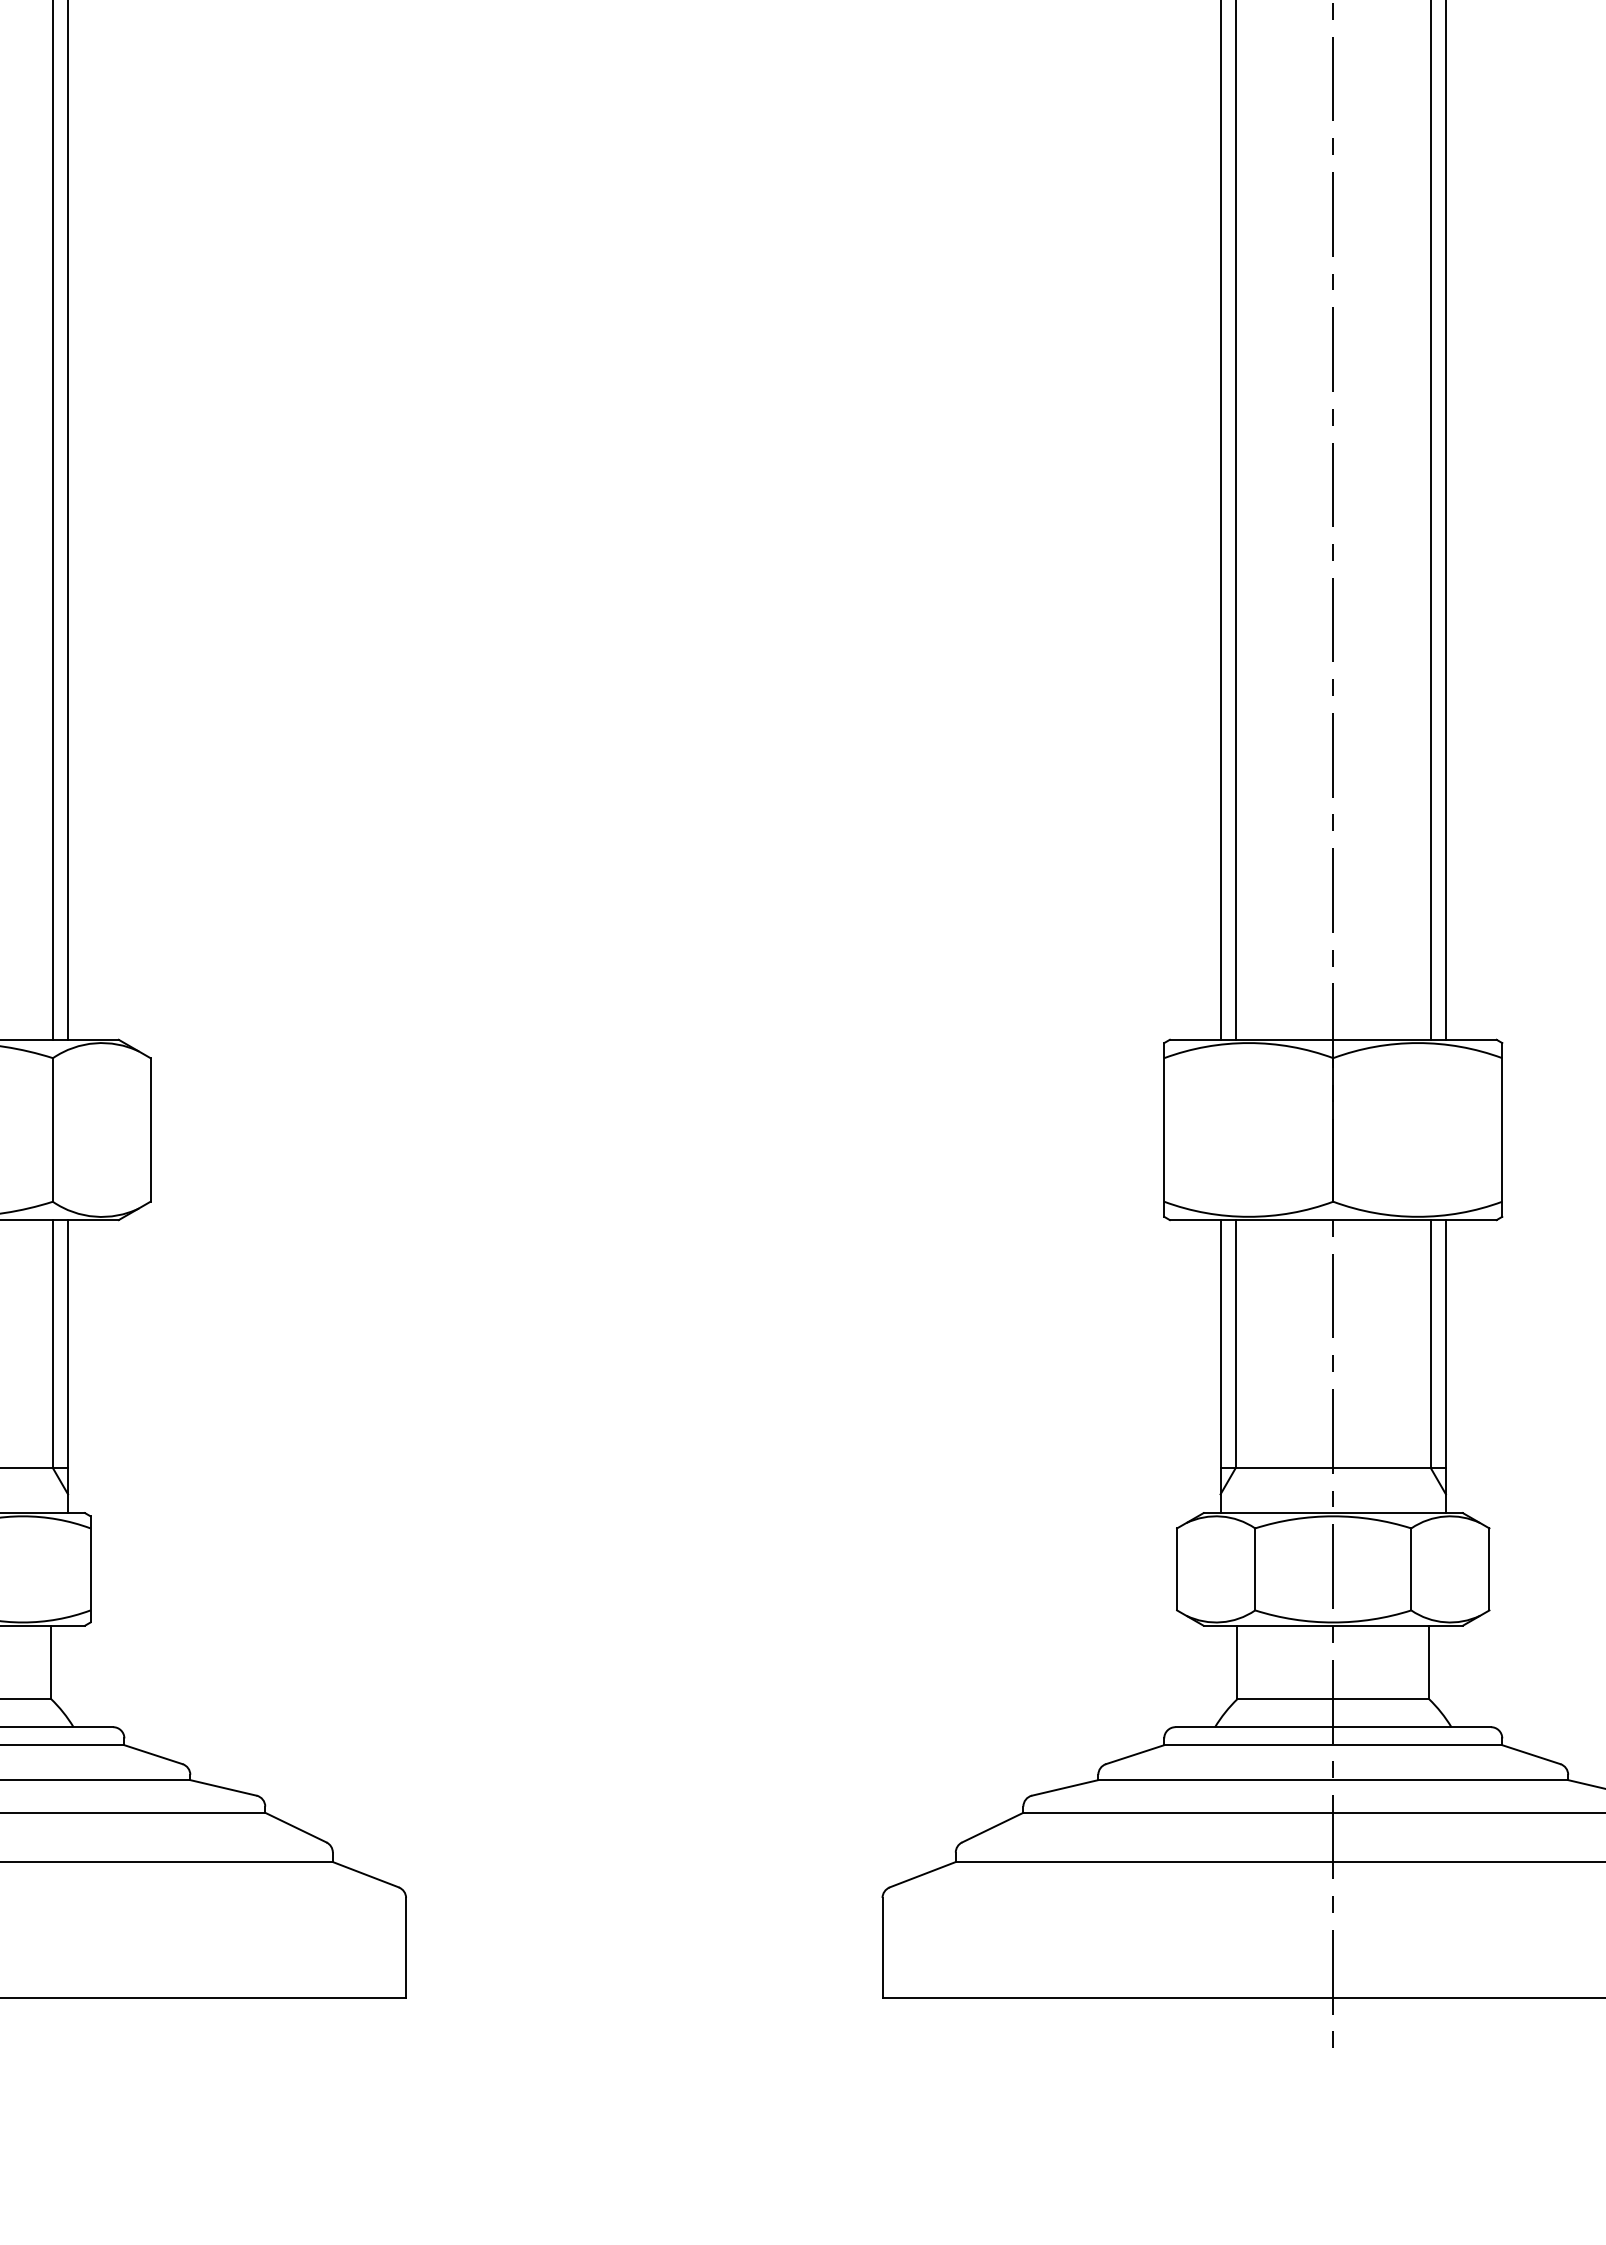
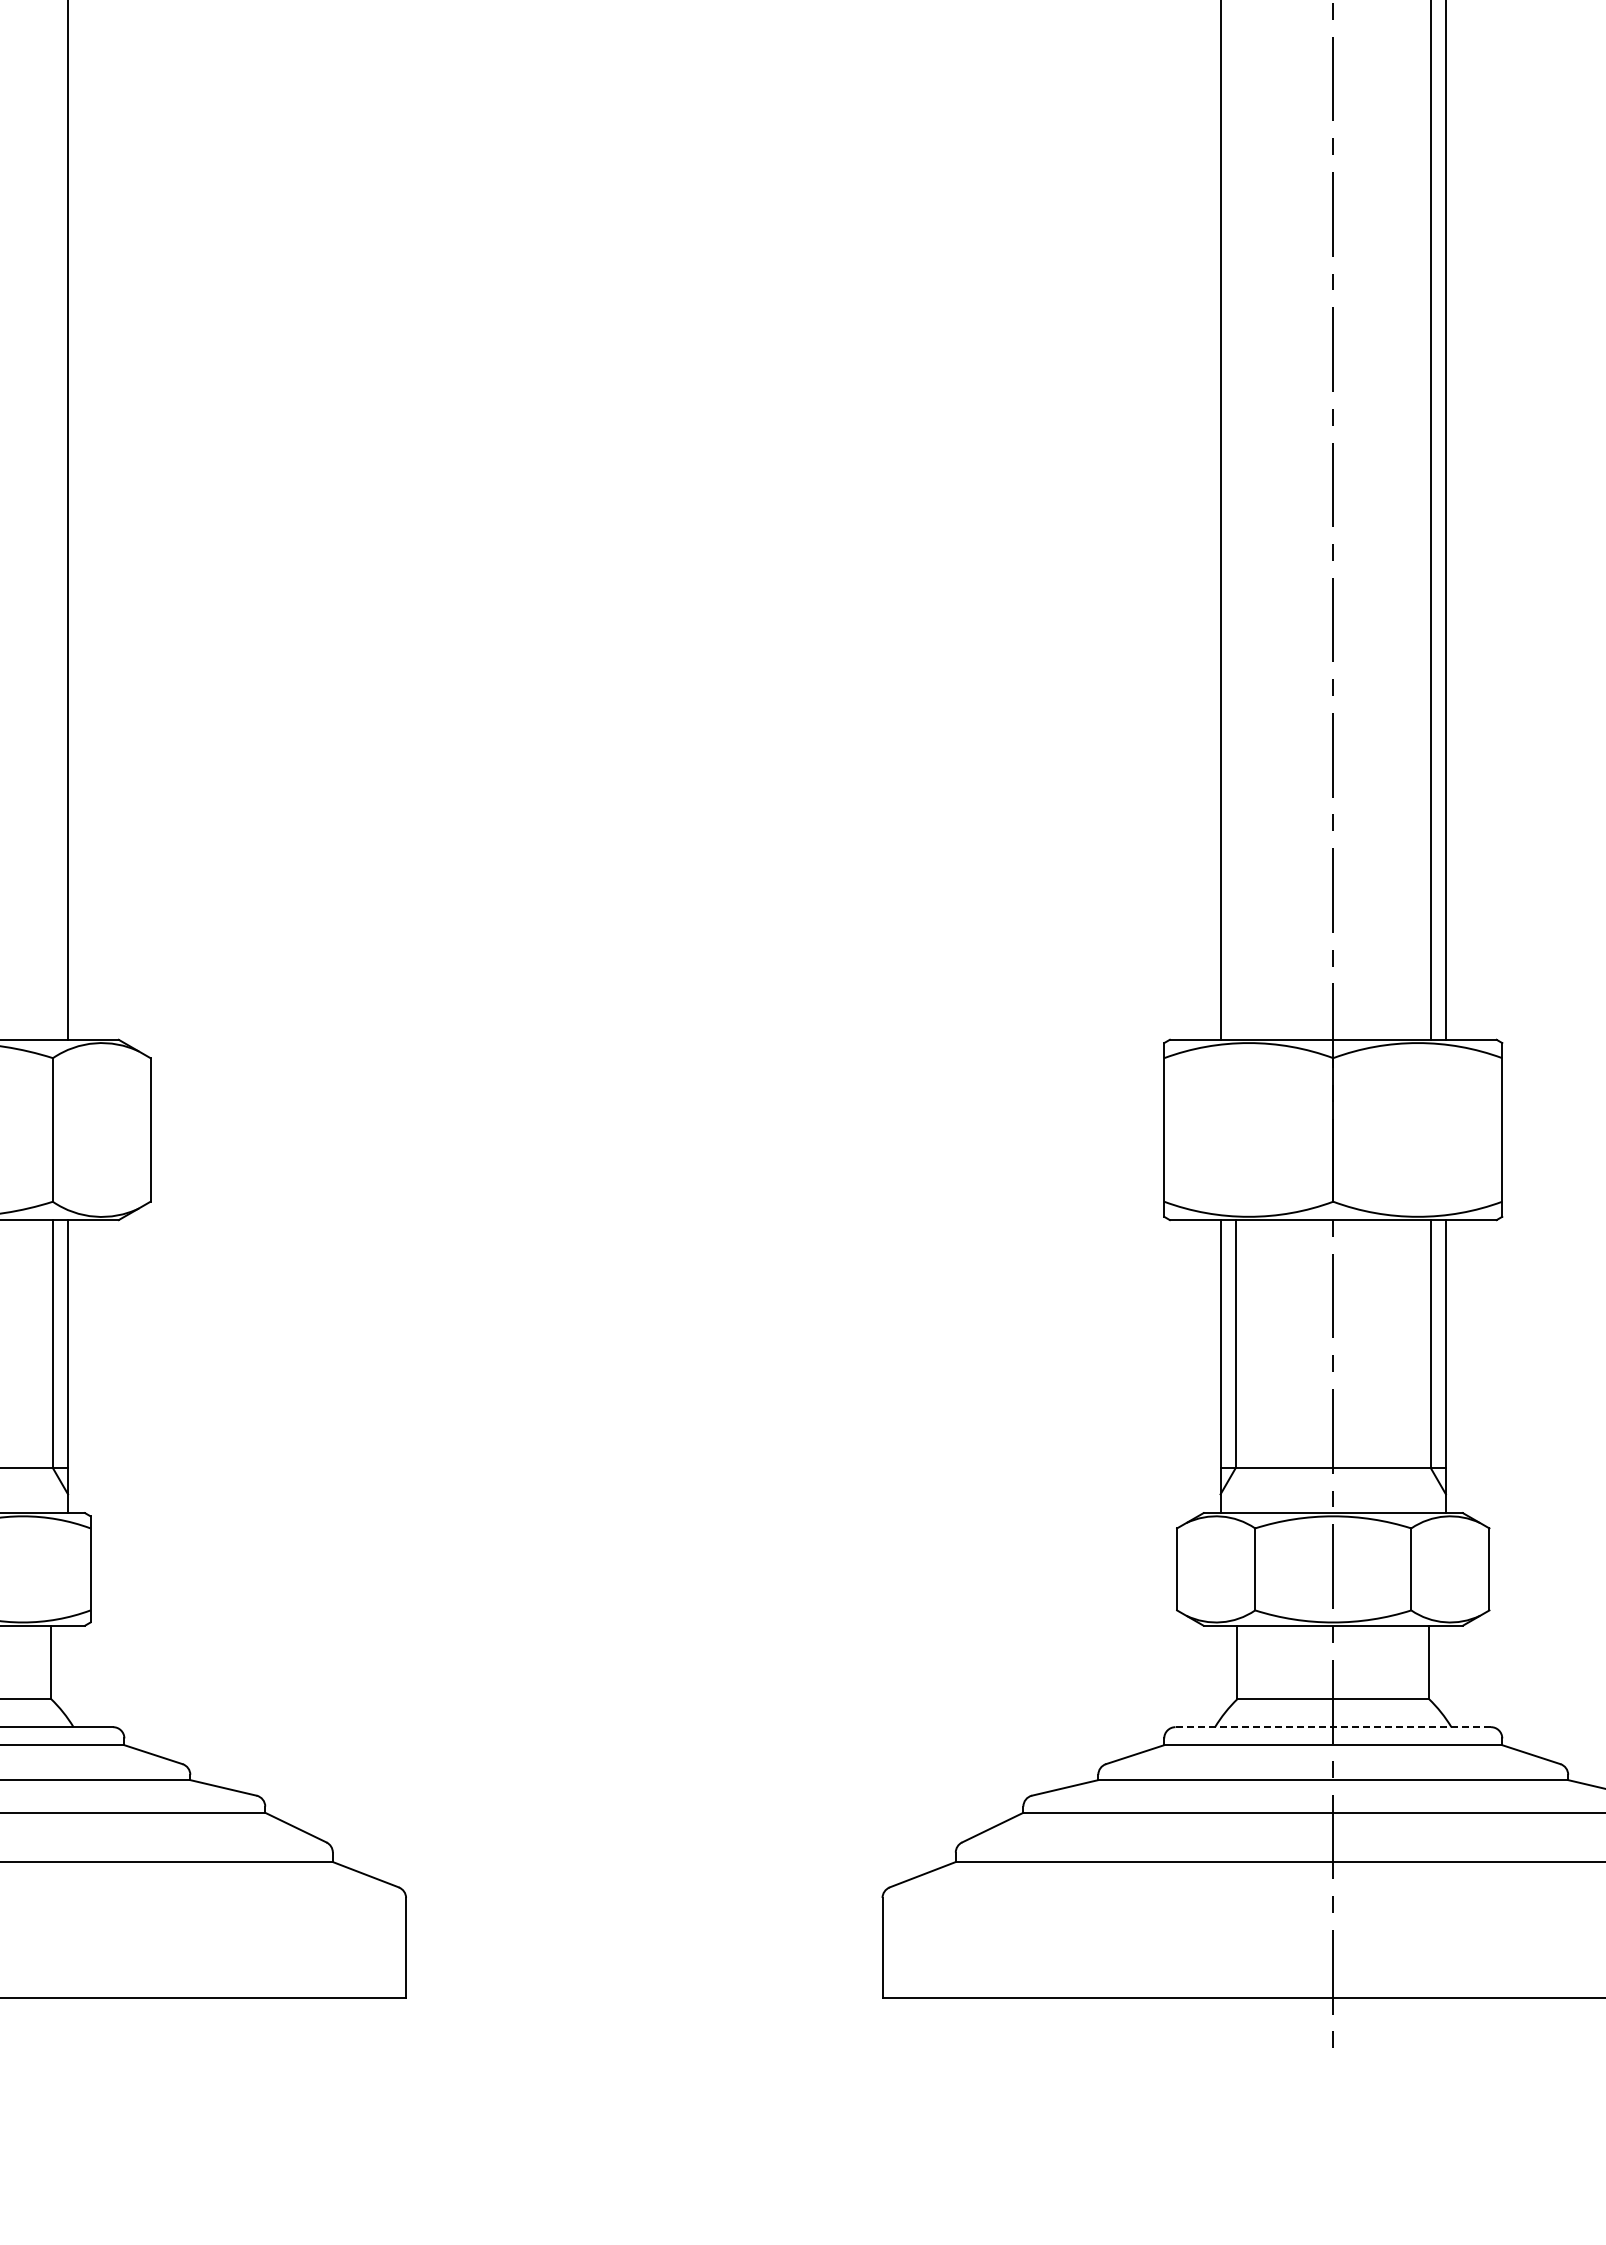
line at (52, 520): present -> none
line at (1235, 520): present -> none
line at (1333, 1727): solid -> dashed
